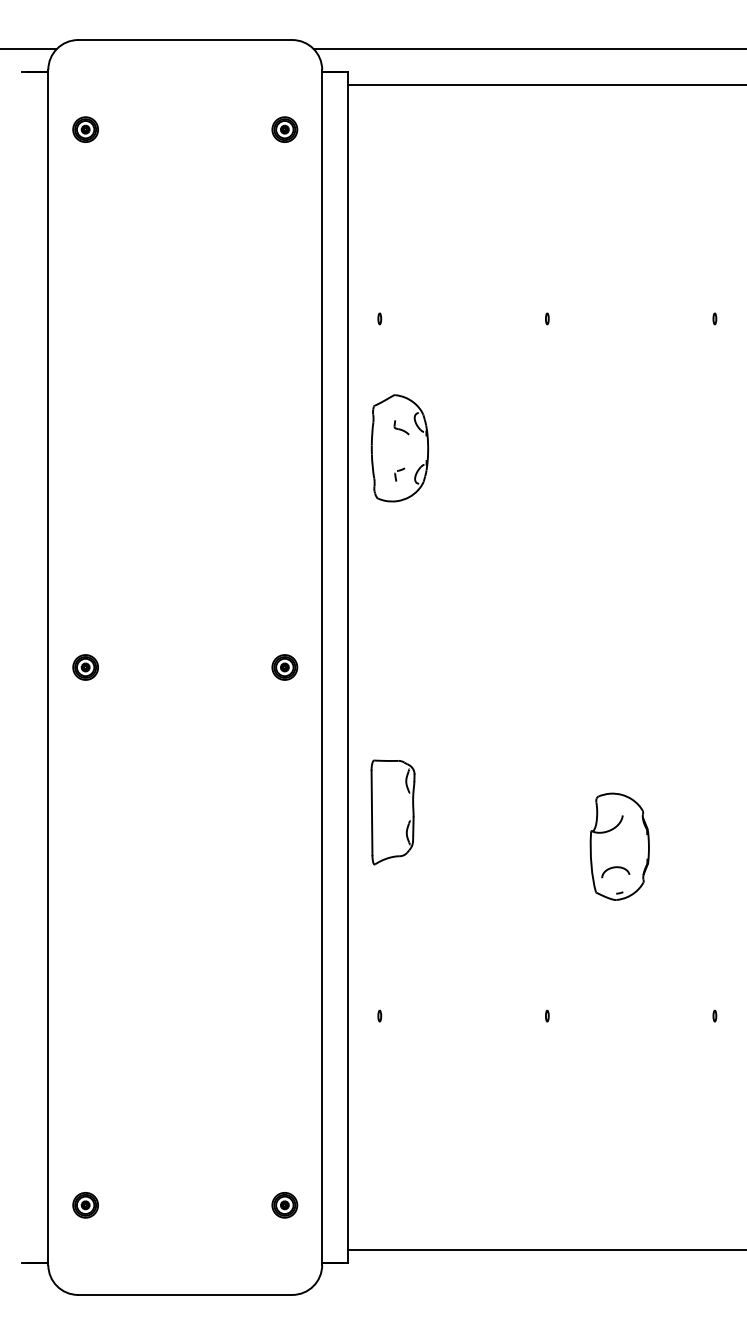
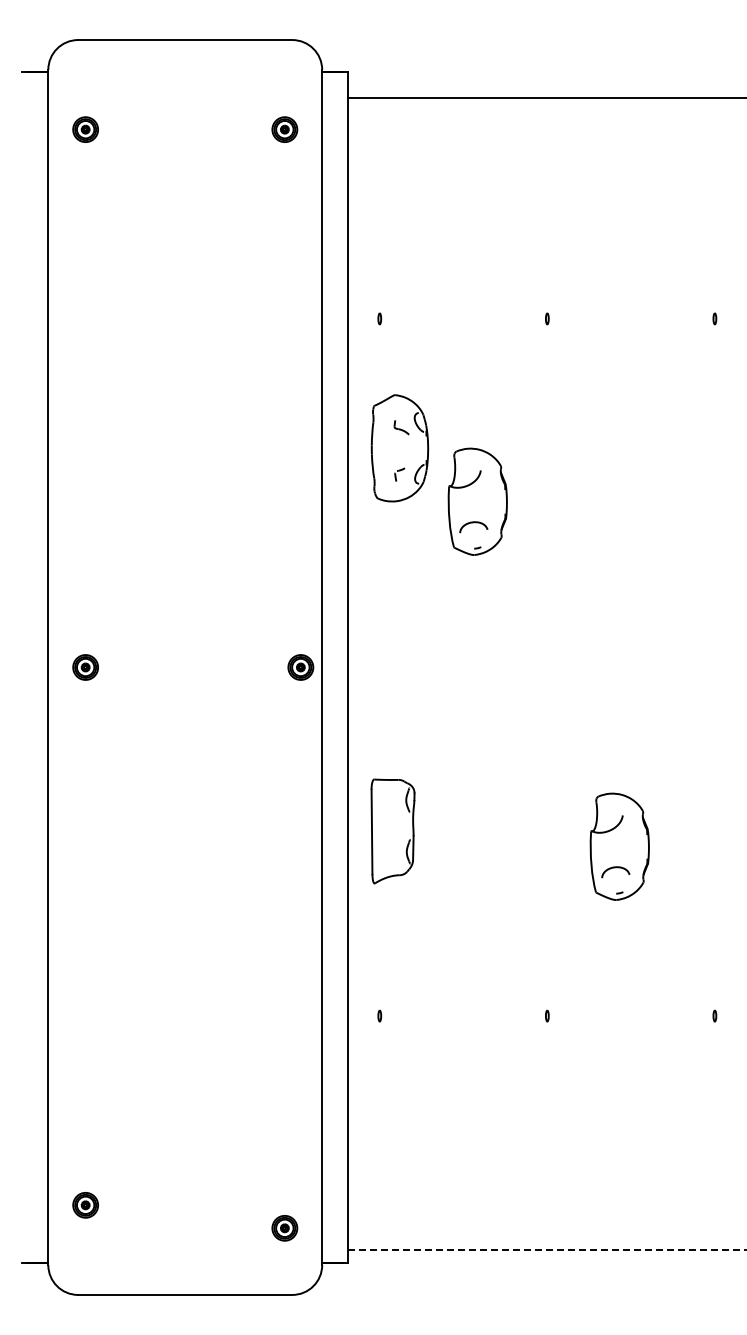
line at (29, 49): present -> none
line at (528, 49): present -> none
line at (545, 84) position: (545, 84) -> (545, 97)
part at (477, 501): none -> present
part at (284, 667) position: (284, 667) -> (300, 667)
part at (392, 812) position: (392, 812) -> (392, 831)
part at (284, 1205) position: (284, 1205) -> (284, 1228)
line at (547, 1250): solid -> dashed
